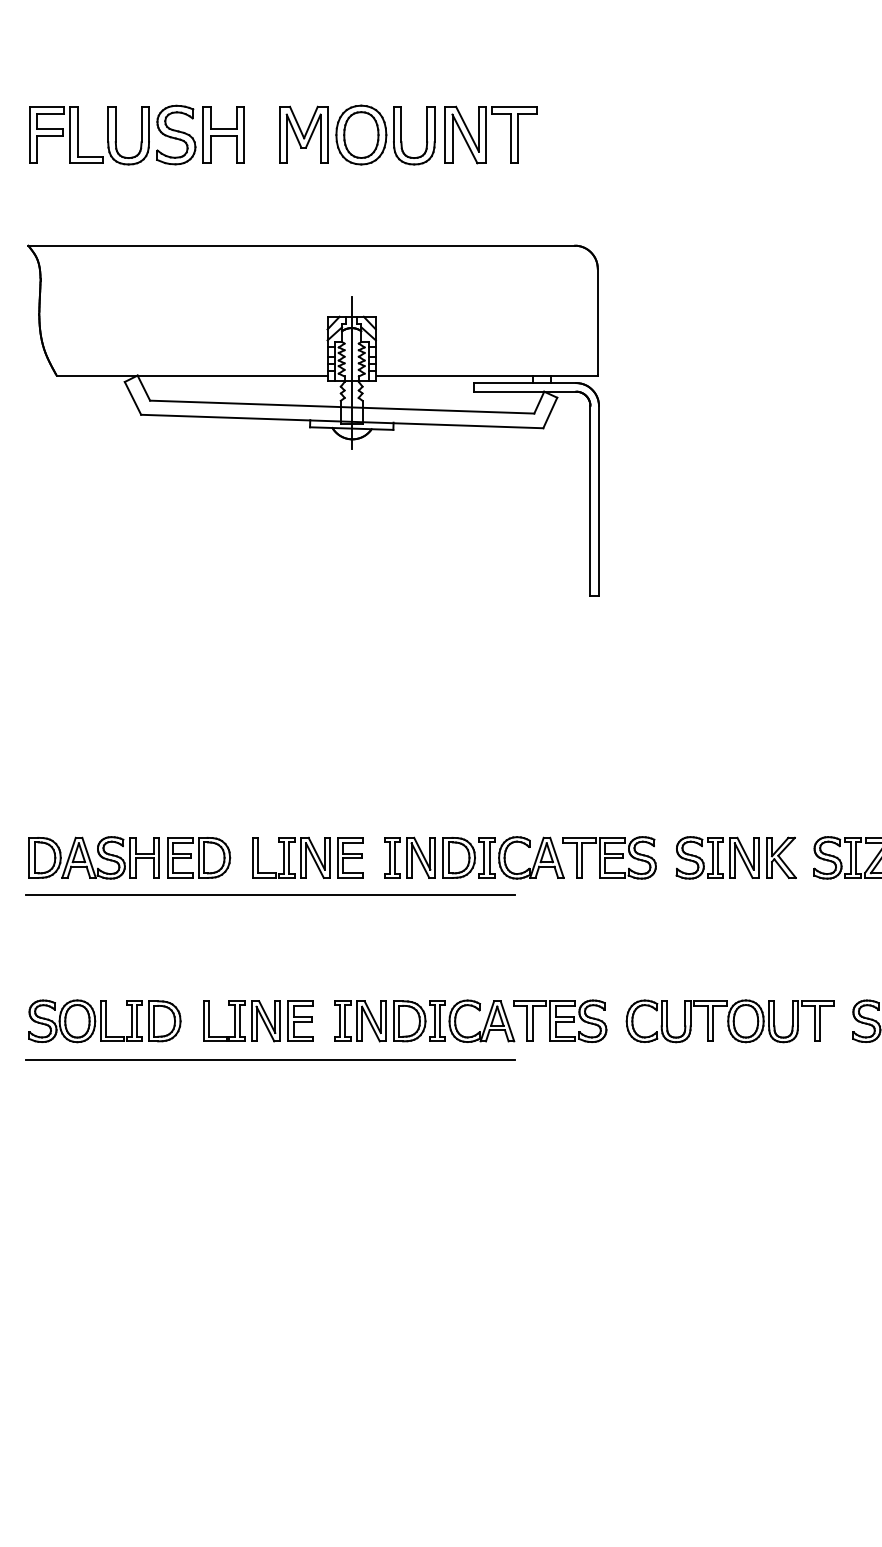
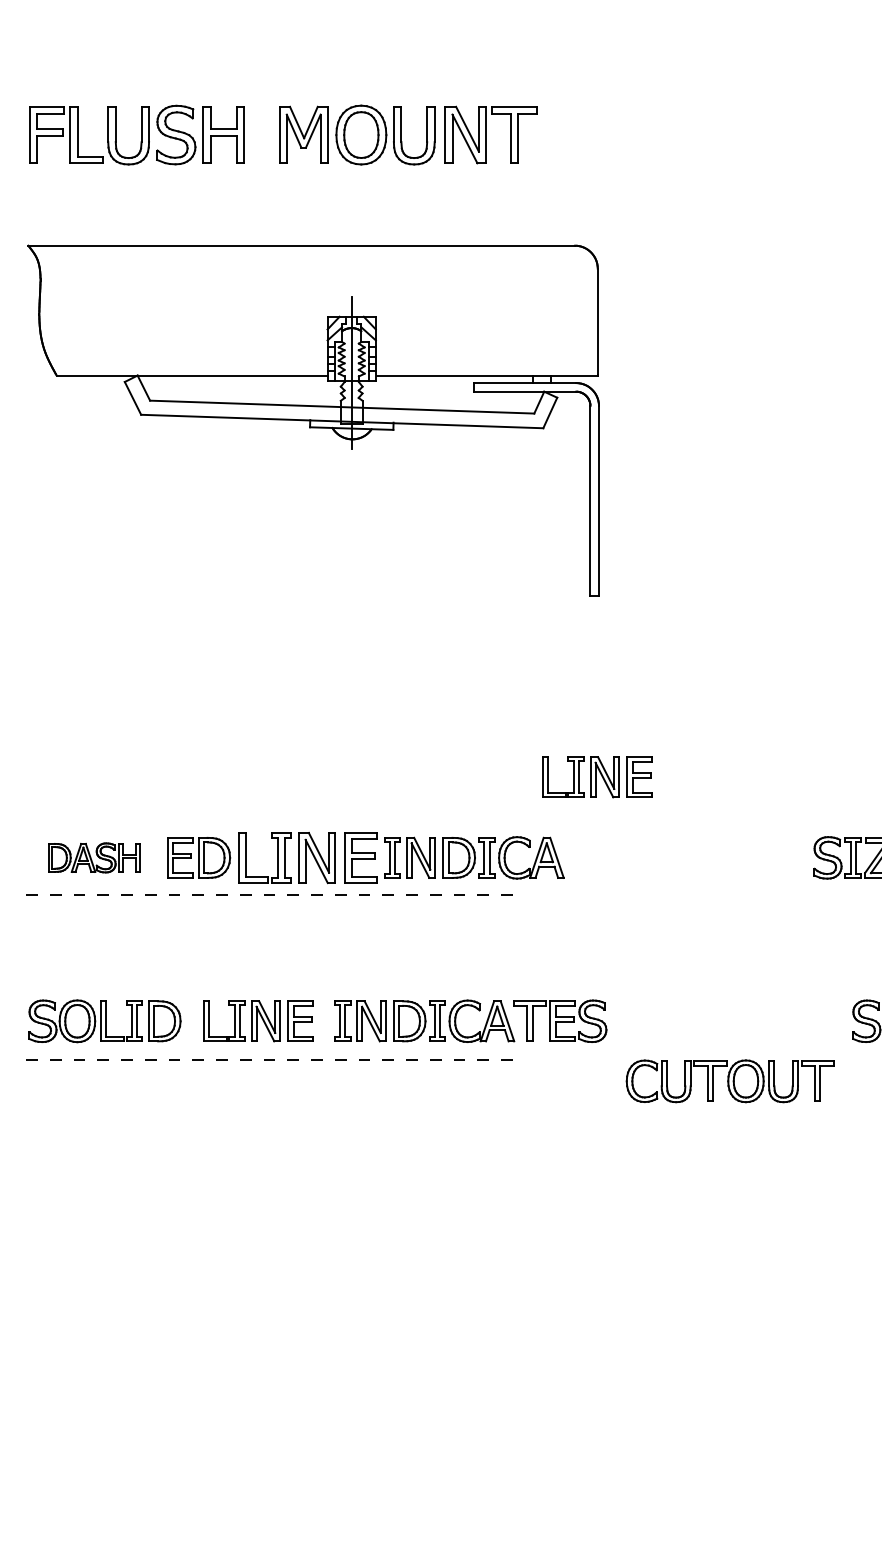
part at (597, 777): none -> present
part at (93, 857) size: 132x44 px -> 93x32 px
part at (307, 857) size: 112x43 px -> 140x53 px
part at (609, 857): present -> none
part at (735, 857): present -> none
line at (270, 895): solid -> dashed
part at (729, 1021) position: (729, 1021) -> (729, 1081)
line at (270, 1059): solid -> dashed
